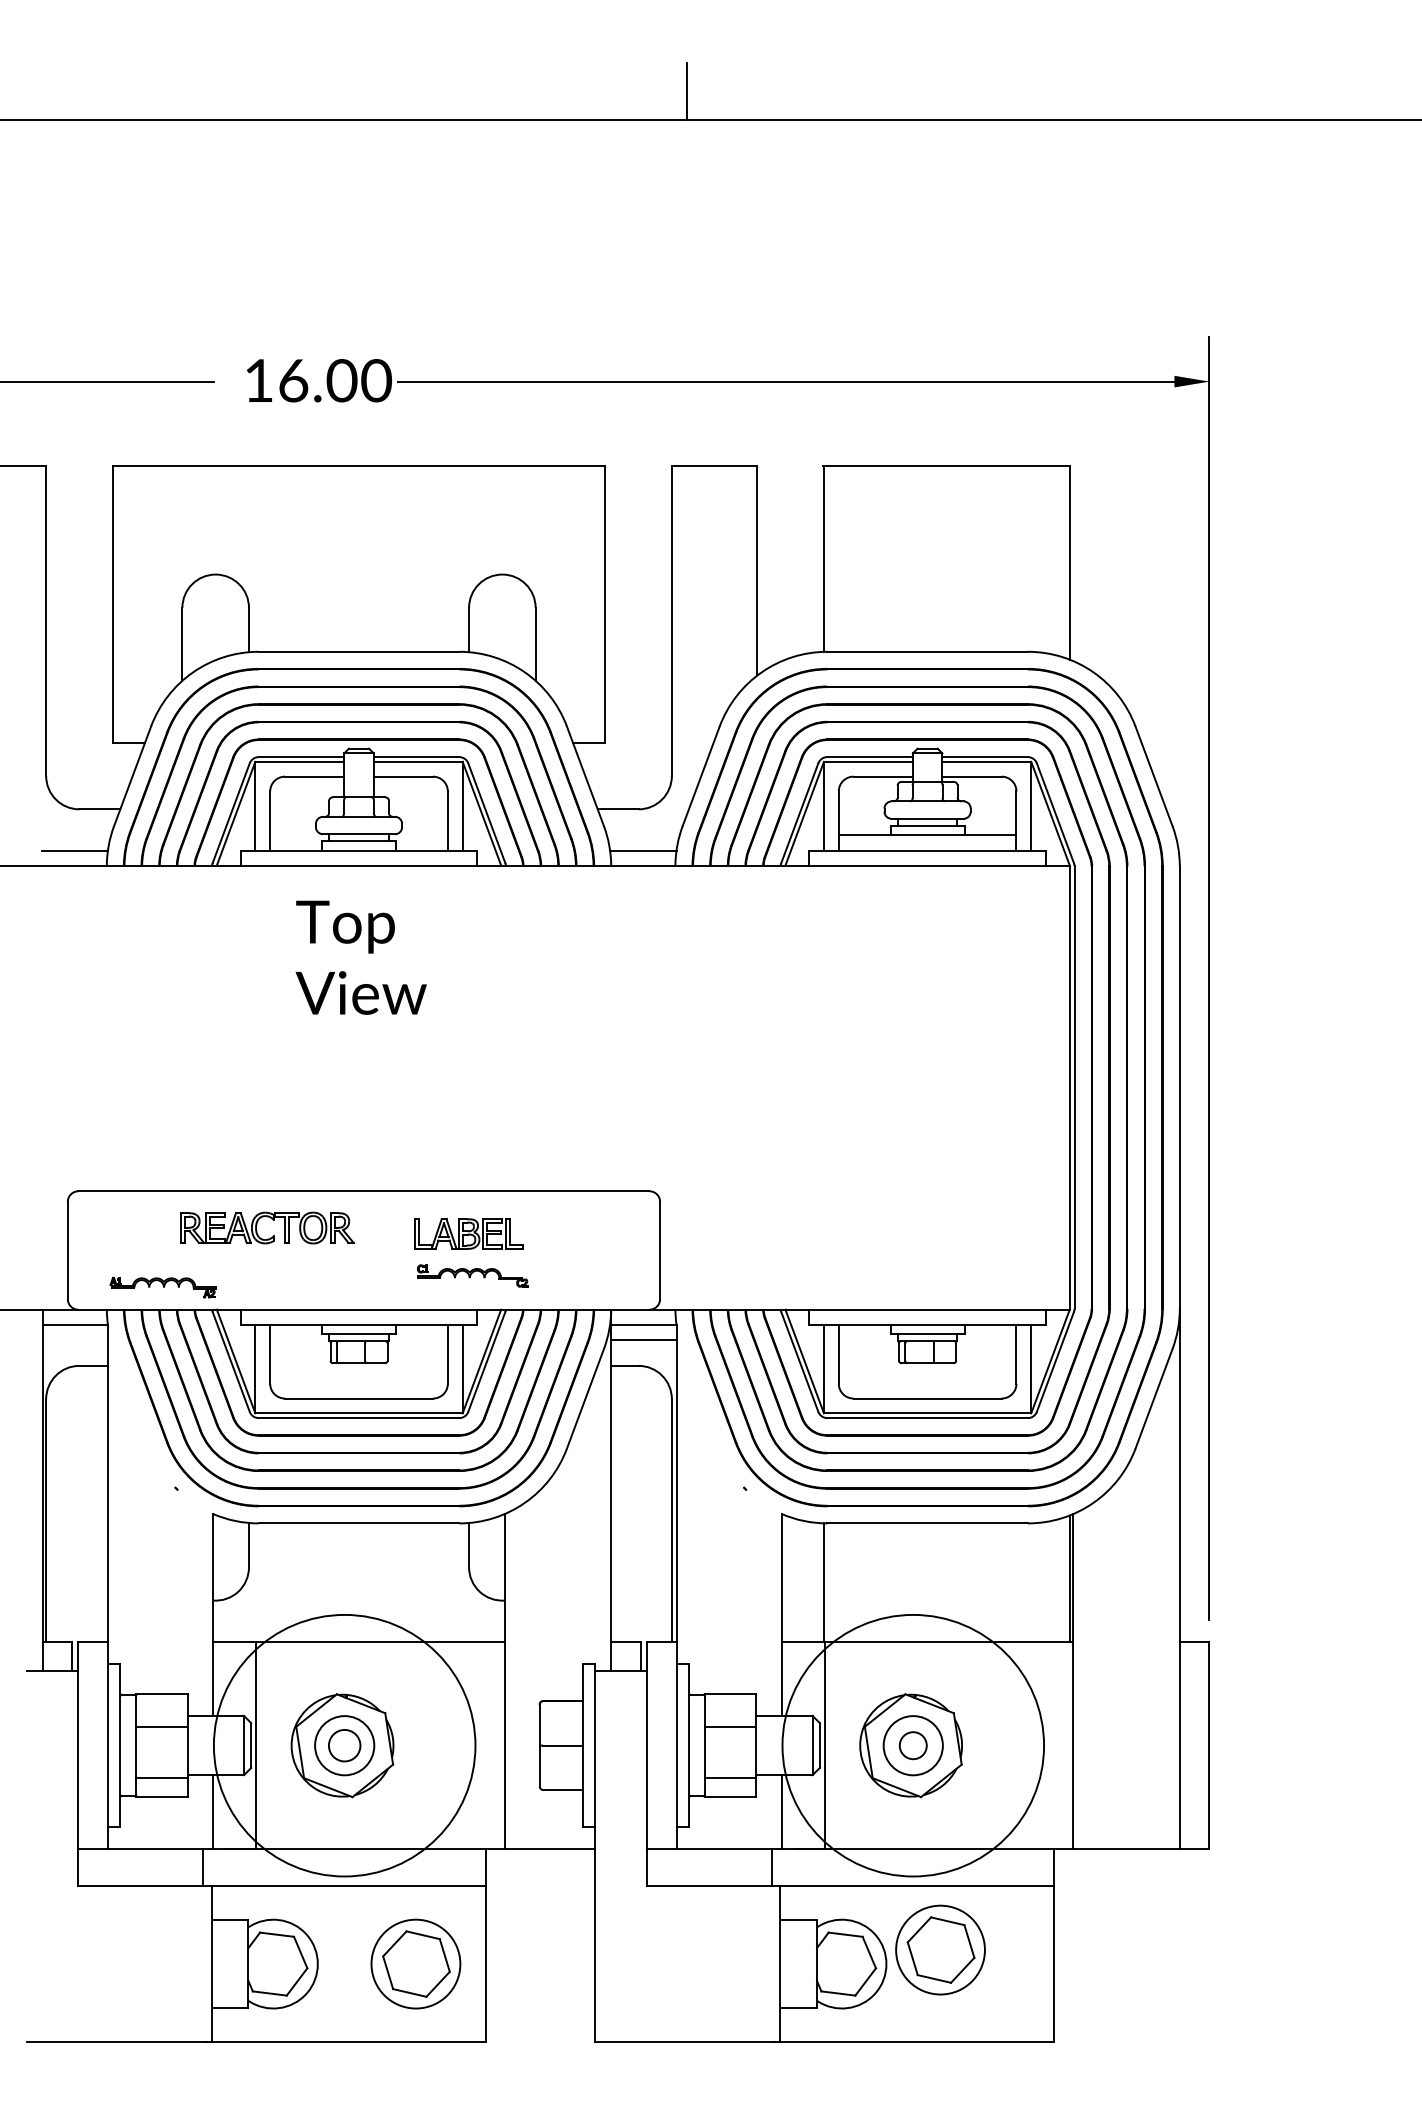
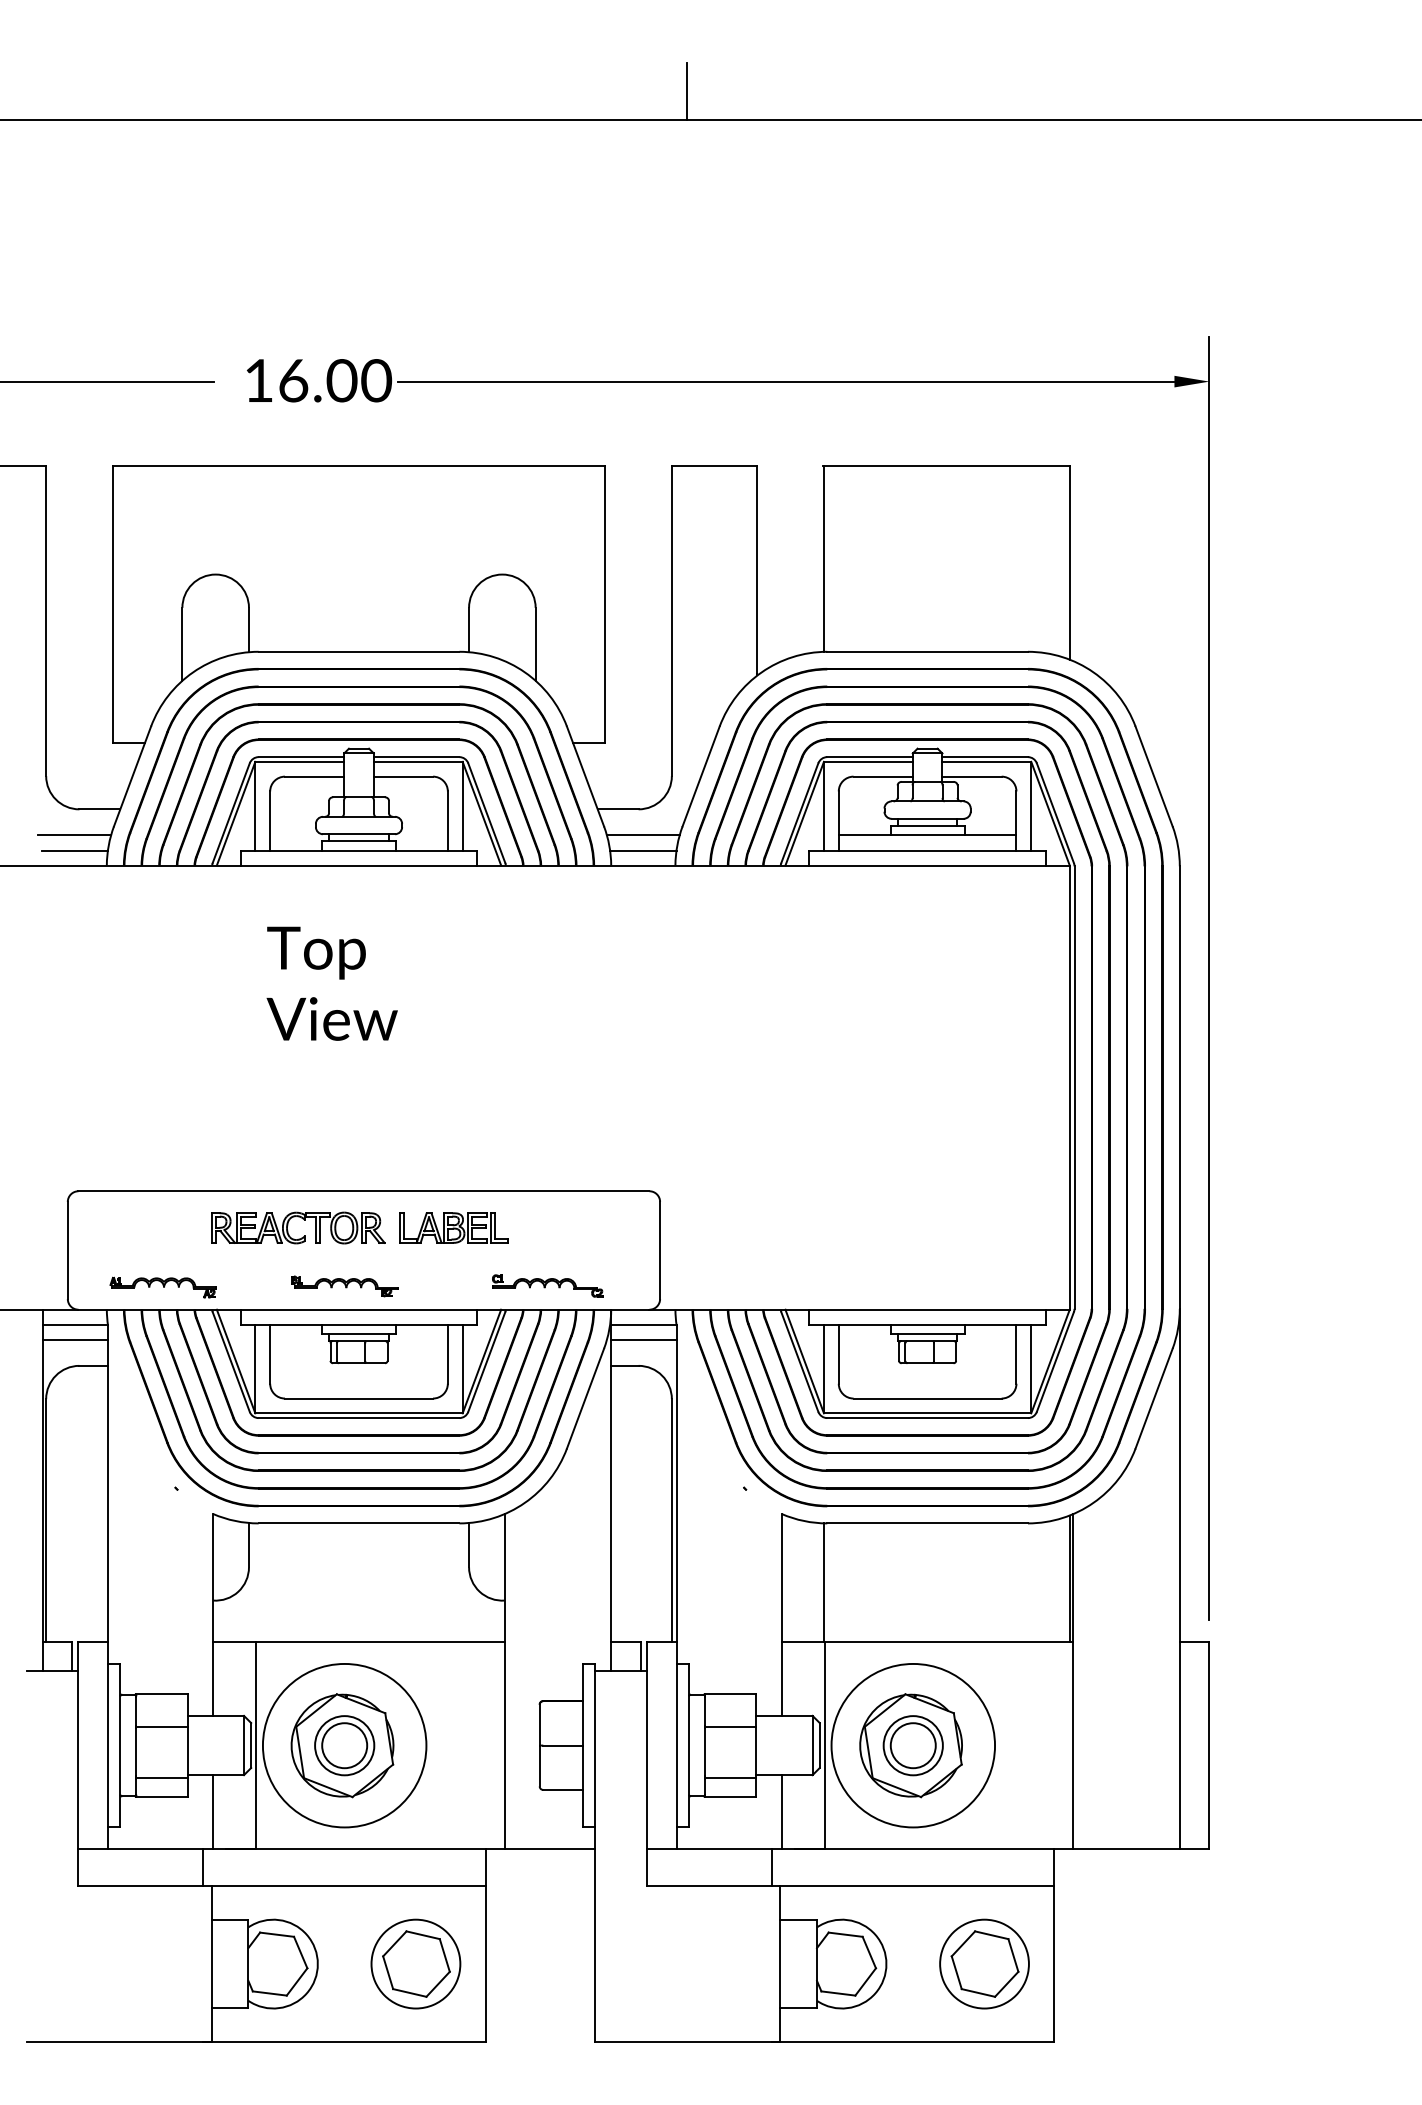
line at (74, 834): none -> present
line at (642, 834): none -> present
text at (360, 957) position: (360, 957) -> (331, 983)
part at (271, 1219) position: (271, 1219) -> (302, 1219)
part at (468, 1233) position: (468, 1233) -> (453, 1227)
part at (472, 1275) position: (472, 1275) -> (547, 1285)
part at (344, 1286): none -> present
line at (75, 1340): none -> present
circle at (344, 1745) diameter: 262 px -> 163 px
circle at (344, 1745) diameter: 32 px -> 45 px
circle at (912, 1745) diameter: 27 px -> 45 px
circle at (913, 1745) diameter: 262 px -> 163 px
part at (940, 1949) position: (940, 1949) -> (984, 1963)
